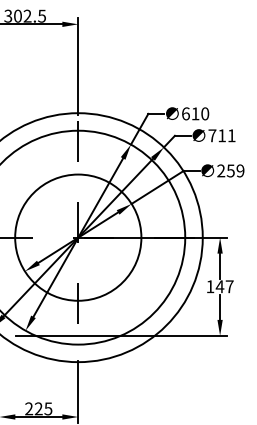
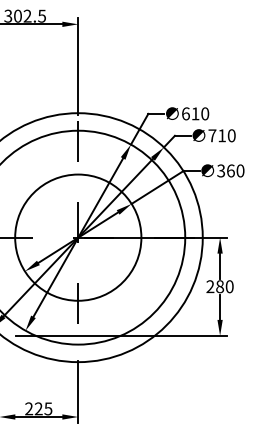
text at (231, 135): 711 -> 710
text at (230, 170): 259 -> 360
text at (219, 286): 147 -> 280
